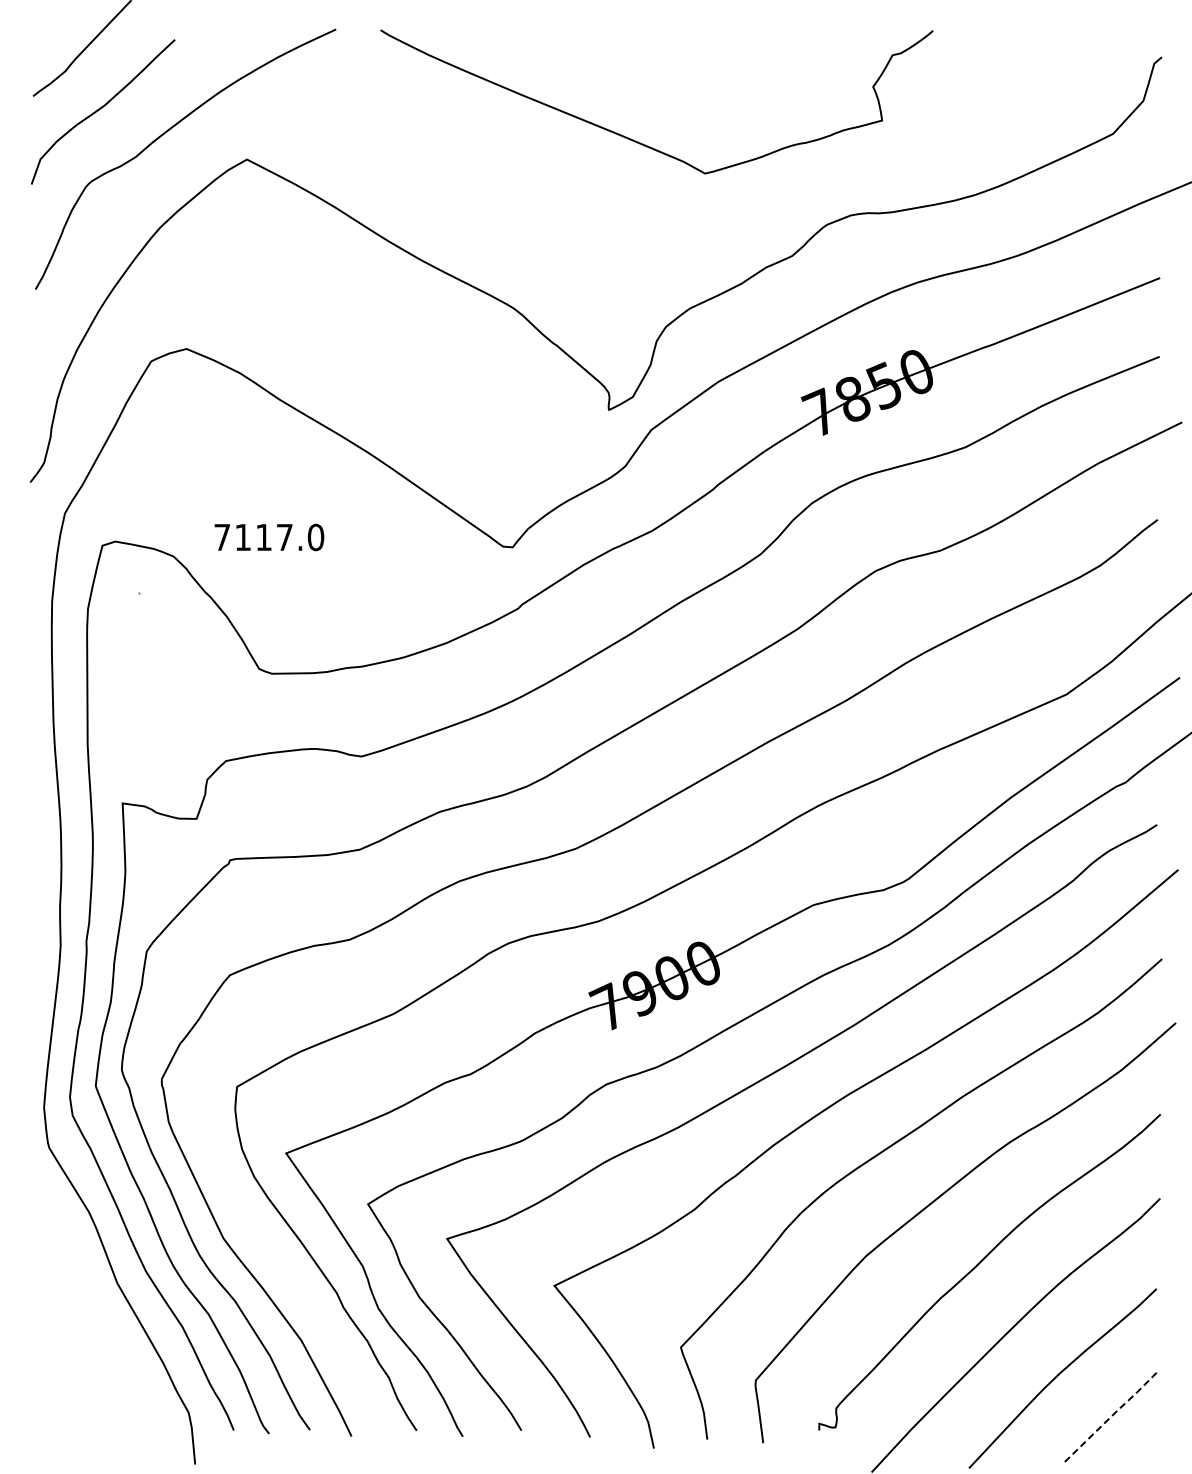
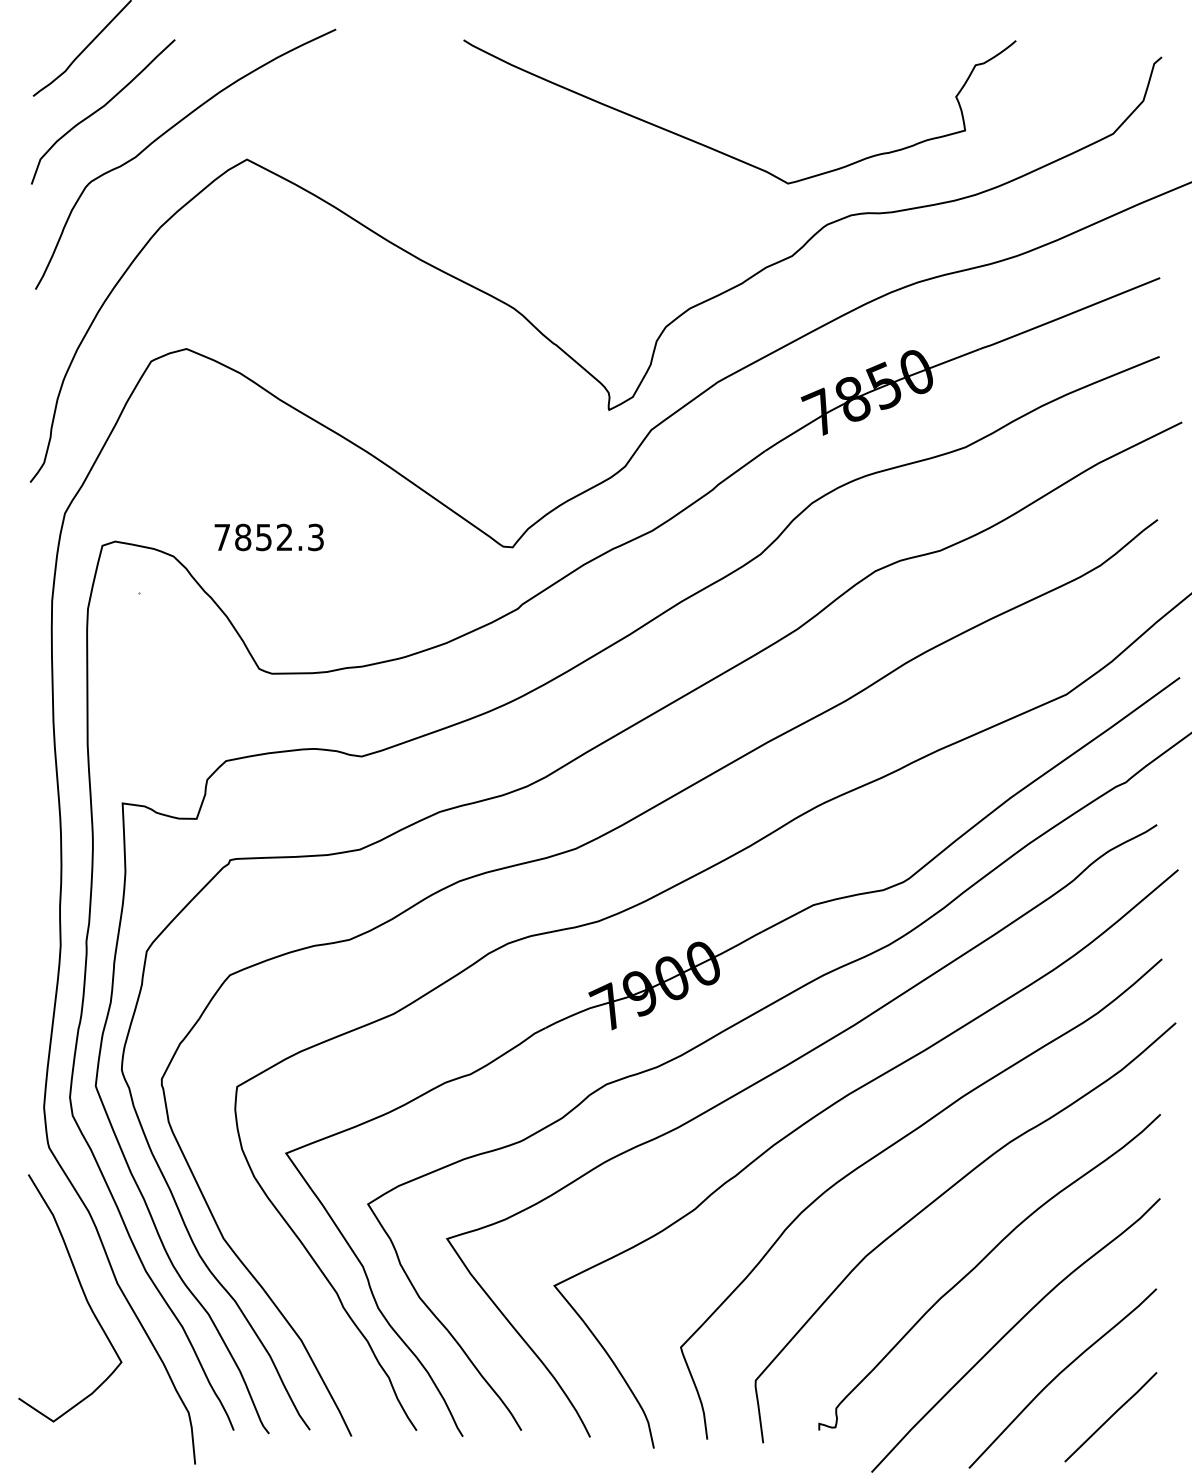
curve at (638, 141) position: (638, 141) -> (721, 151)
text at (279, 537): 7117.0 -> 7852.3
curve at (82, 1292): none -> present
line at (1112, 1416): dashed -> solid
